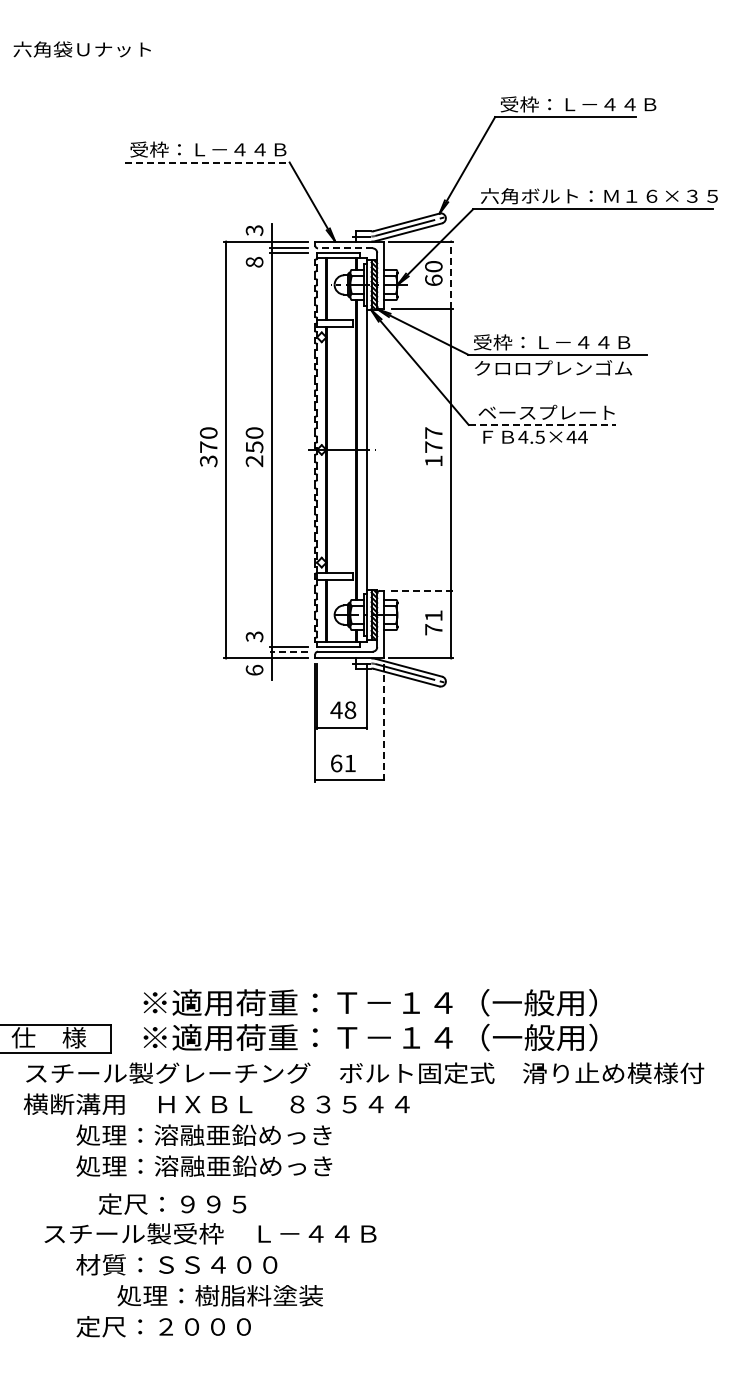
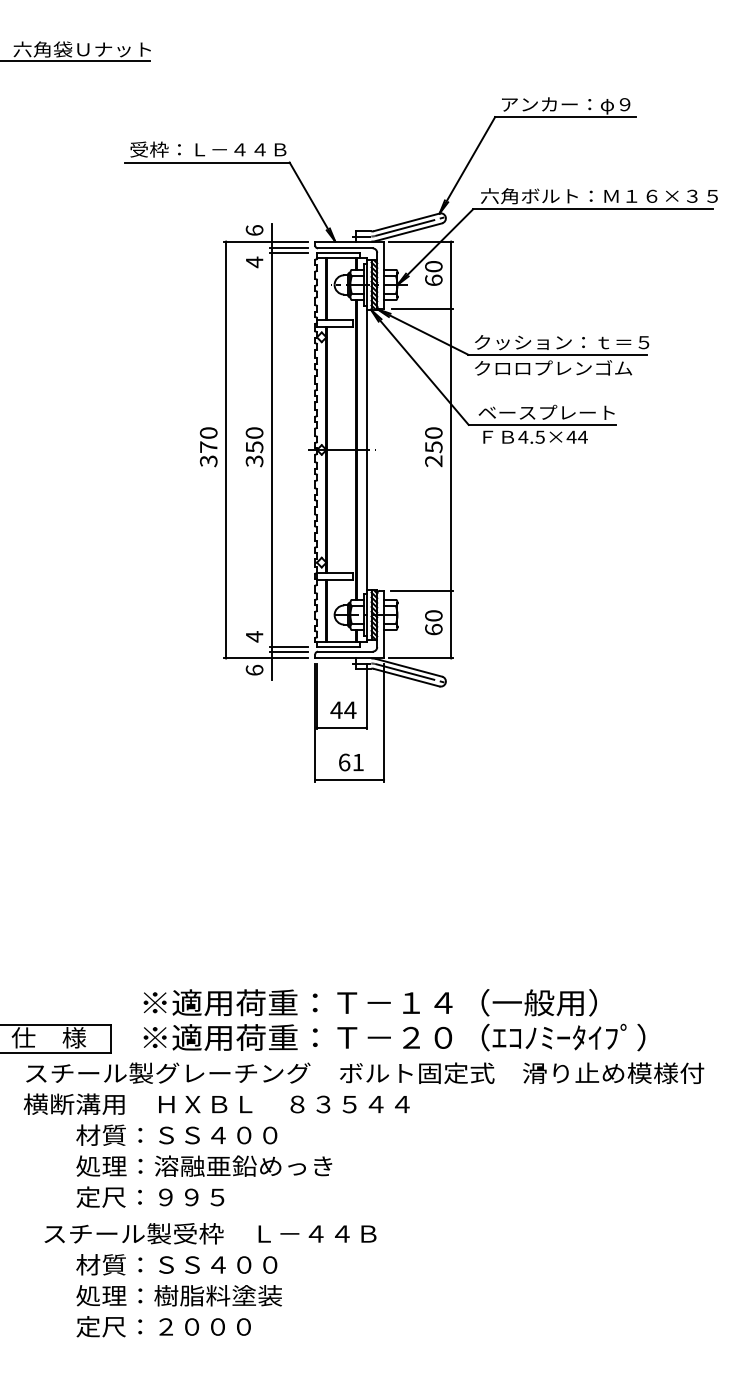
line at (75, 60): none -> present
text at (578, 105): 受枠：Ｌ－４４Ｂ -> アンカー：φ９
line at (207, 162): dashed -> solid
text at (254, 230): 3 -> 6
line at (344, 248): dashed -> solid
text at (254, 262): 8 -> 4
line at (451, 275): dashed -> solid
text at (561, 342): 受枠：Ｌ－４４Ｂ -> クッション：ｔ＝５
line at (542, 424): dashed -> solid
text at (433, 447): 177 -> 250
text at (254, 461): 250 -> 350
line at (422, 590): dashed -> solid
text at (433, 622): 71 -> 60
text at (254, 636): 3 -> 4
line at (288, 651): dashed -> solid
text at (350, 710): 48 -> 44
line at (383, 722): dashed -> solid
text at (343, 763) position: (343, 763) -> (351, 762)
text at (524, 1037): ※適用荷重：Ｔ－１４（一般用） -> ※適用荷重：Ｔ－２０（ｴｺﾉﾐｰﾀｲﾌﾟ）
text at (203, 1134): 処理：溶融亜鉛めっき -> 材質：ＳＳ４００
text at (172, 1203) position: (172, 1203) -> (150, 1196)
text at (219, 1295) position: (219, 1295) -> (178, 1295)
